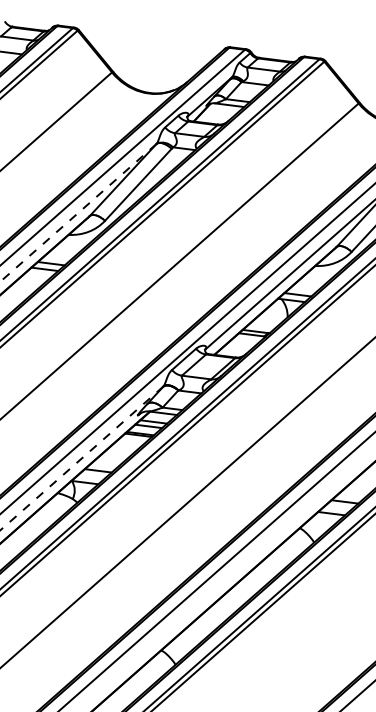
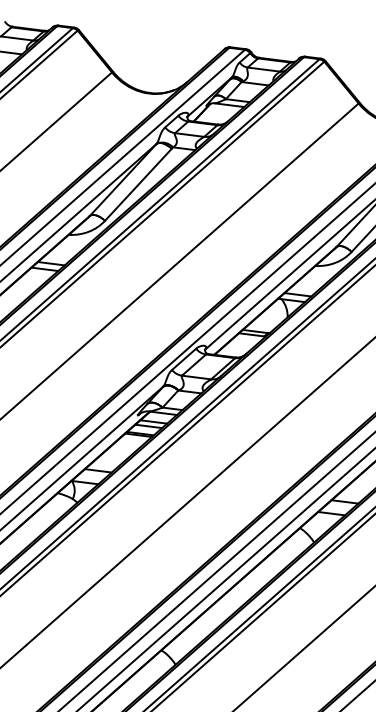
line at (78, 213): dashed -> solid
line at (81, 458): dashed -> solid
line at (225, 579): none -> present
line at (304, 648): none -> present
